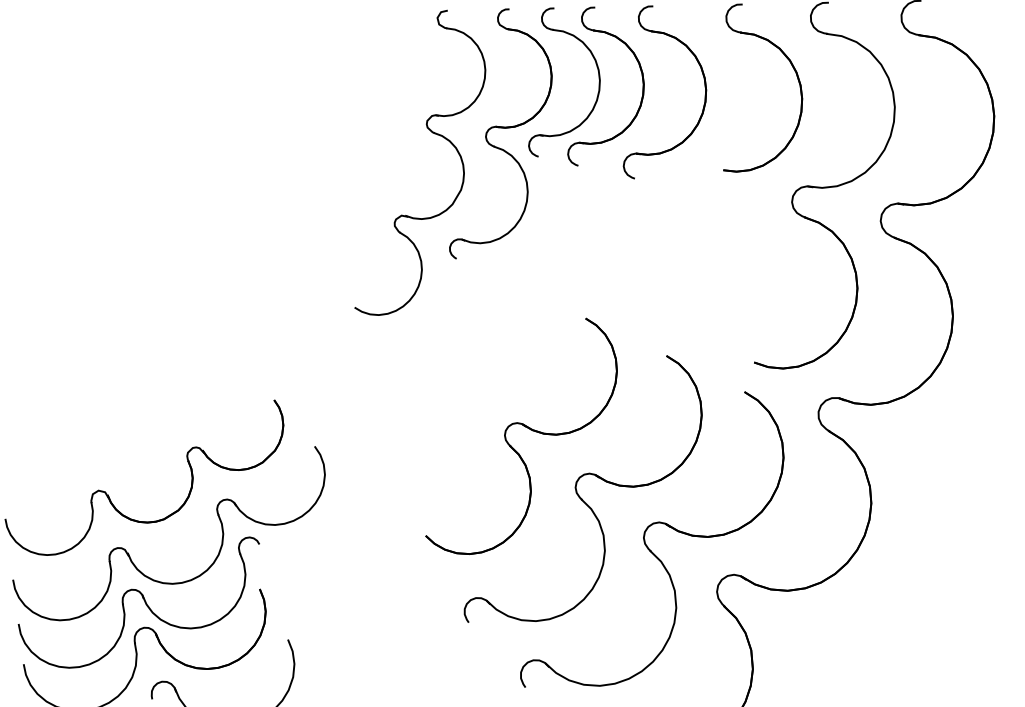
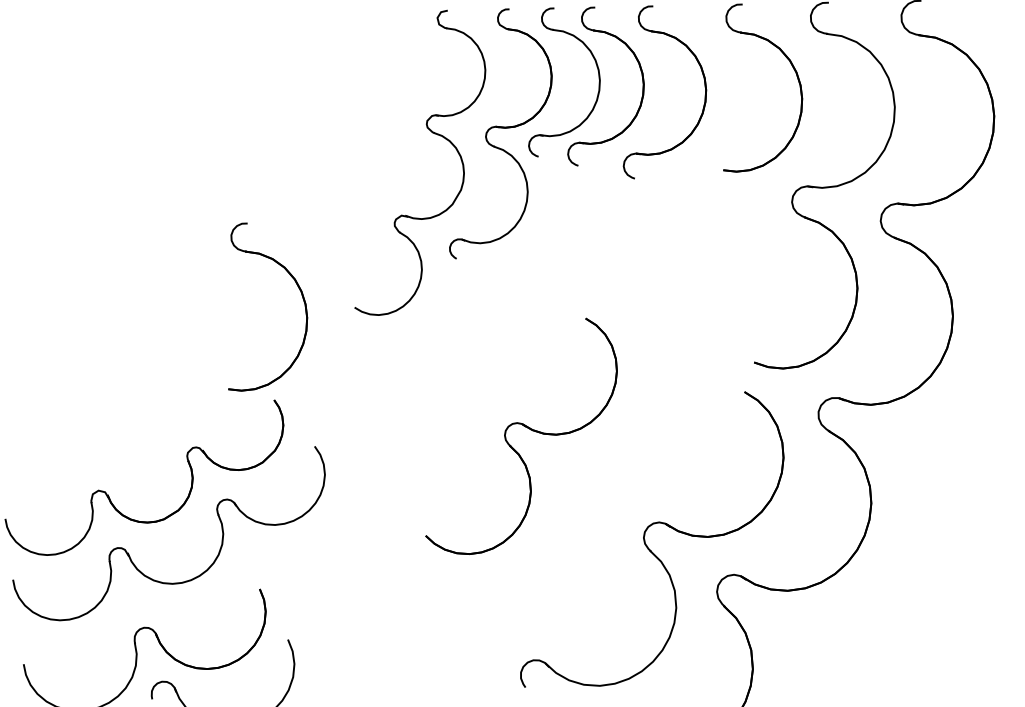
part at (301, 295): none -> present
part at (582, 488): present -> none
part at (138, 602): present -> none
